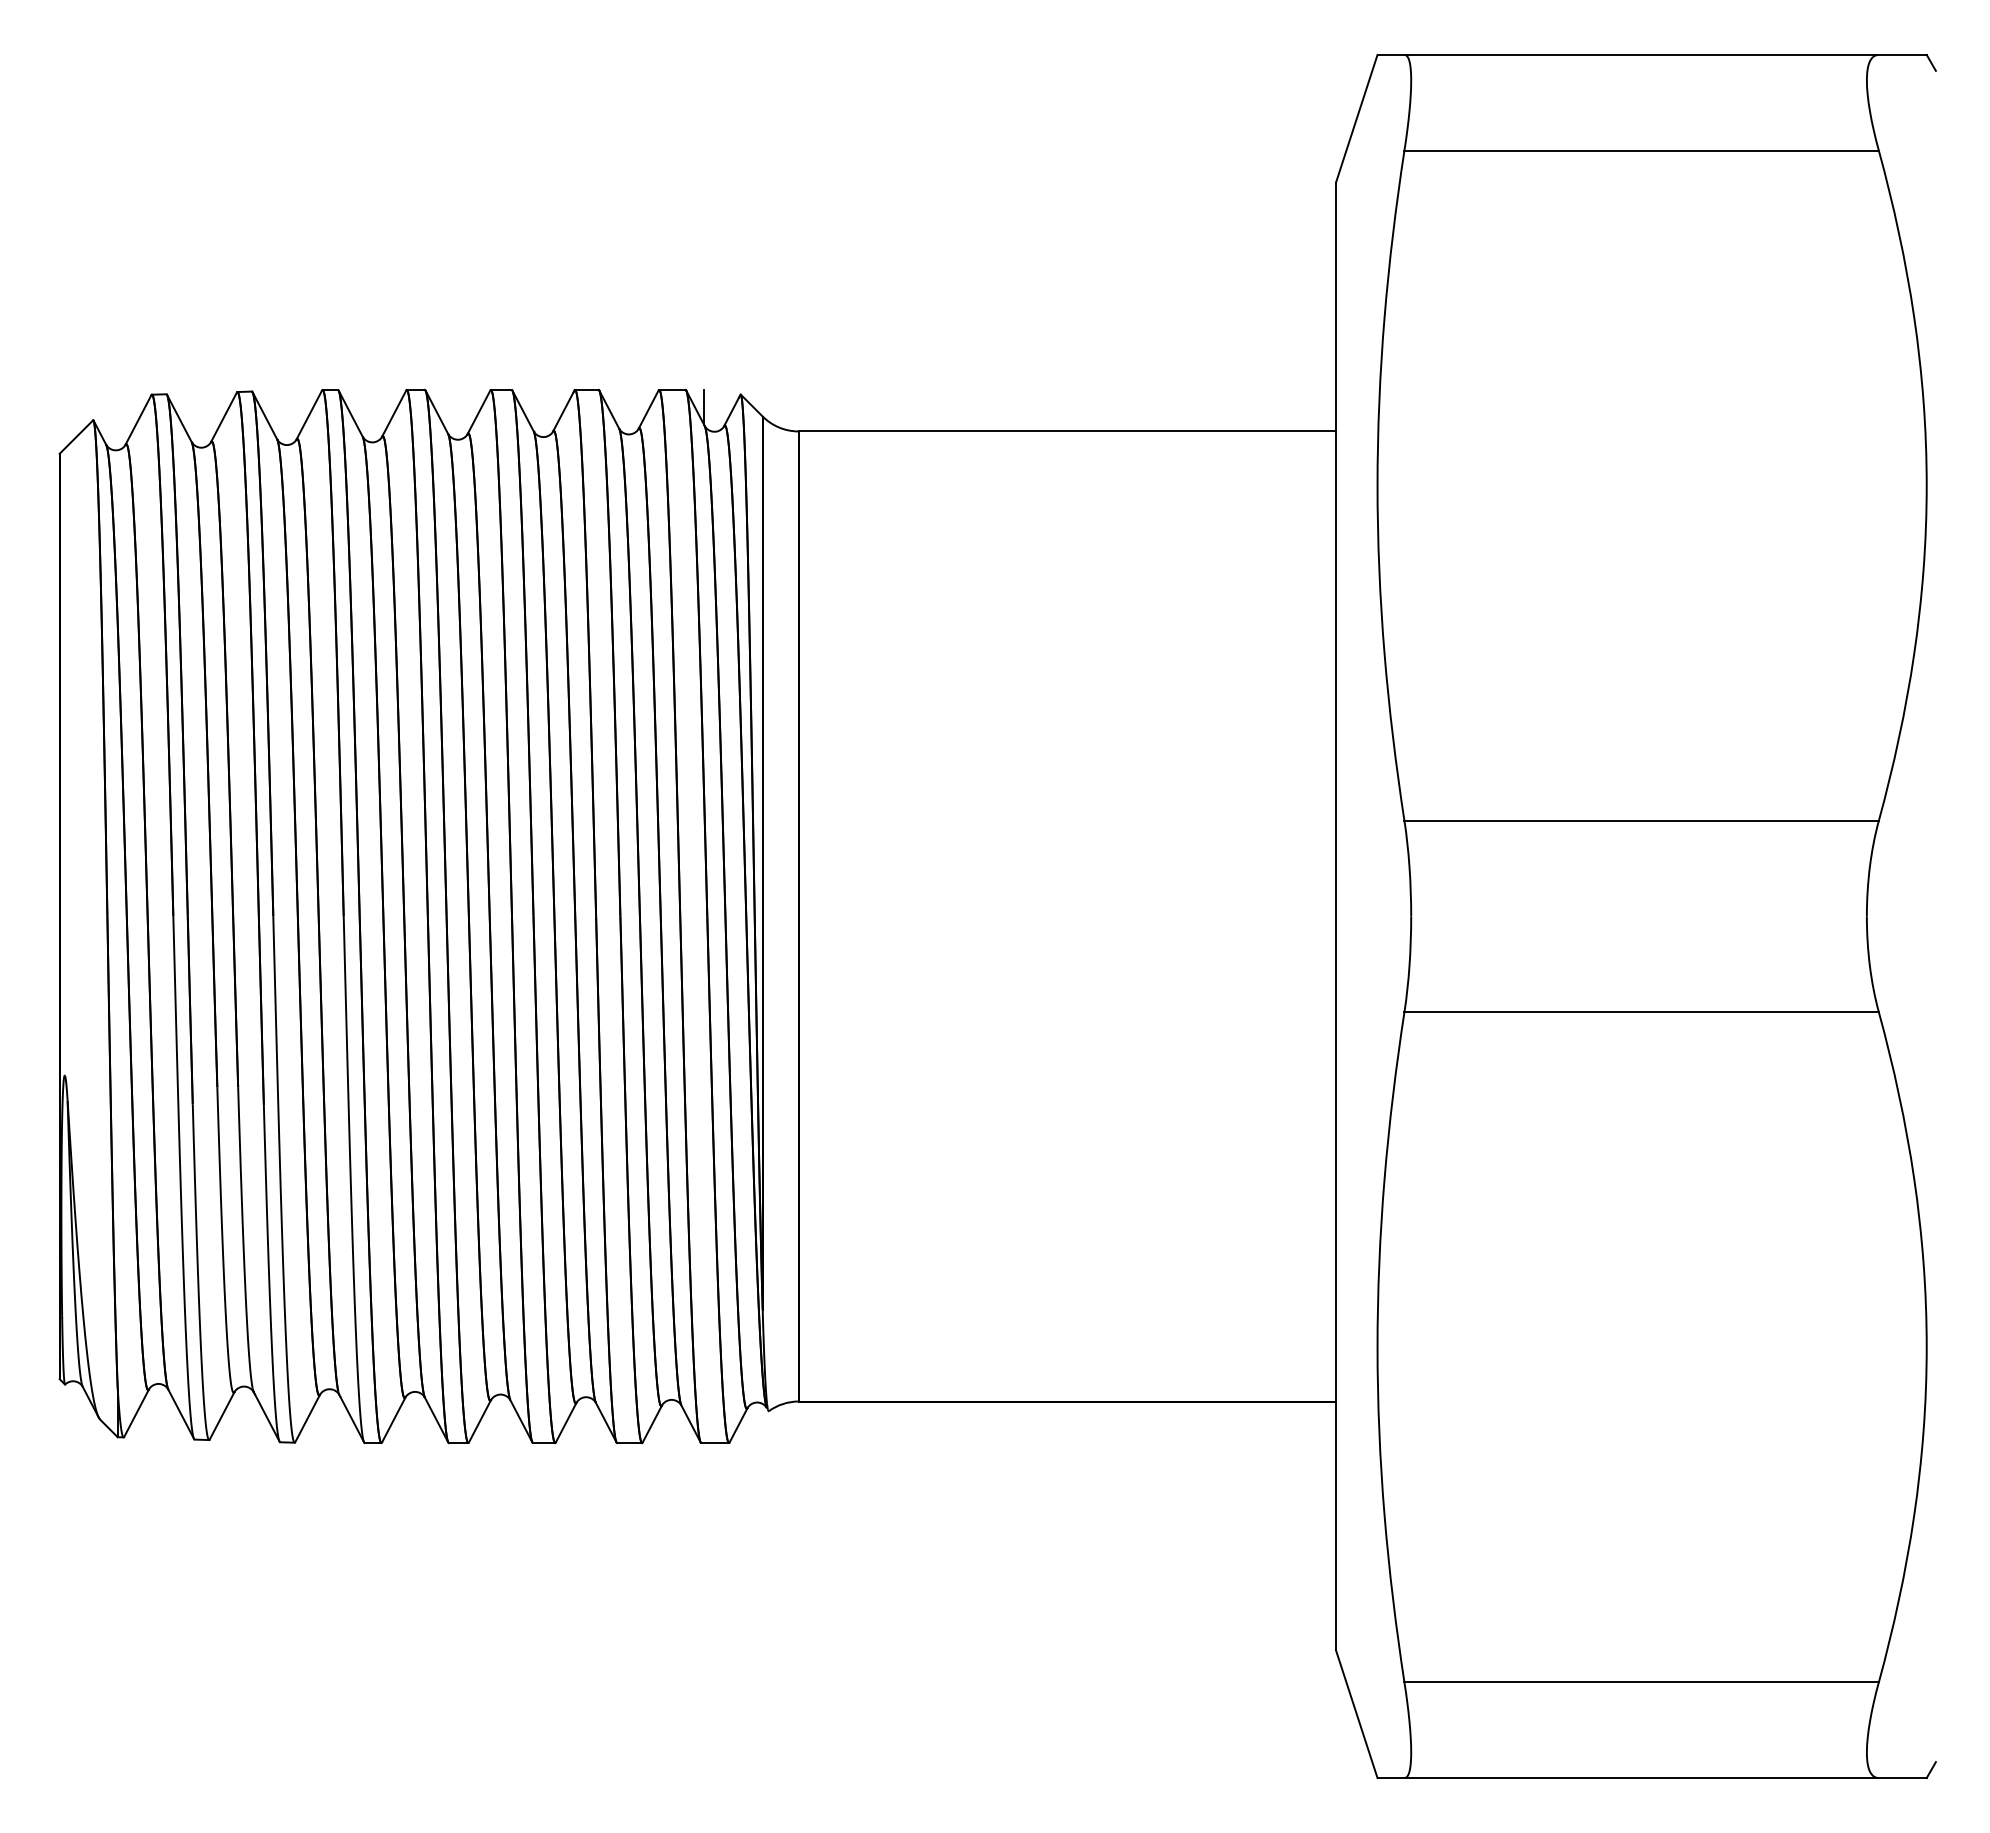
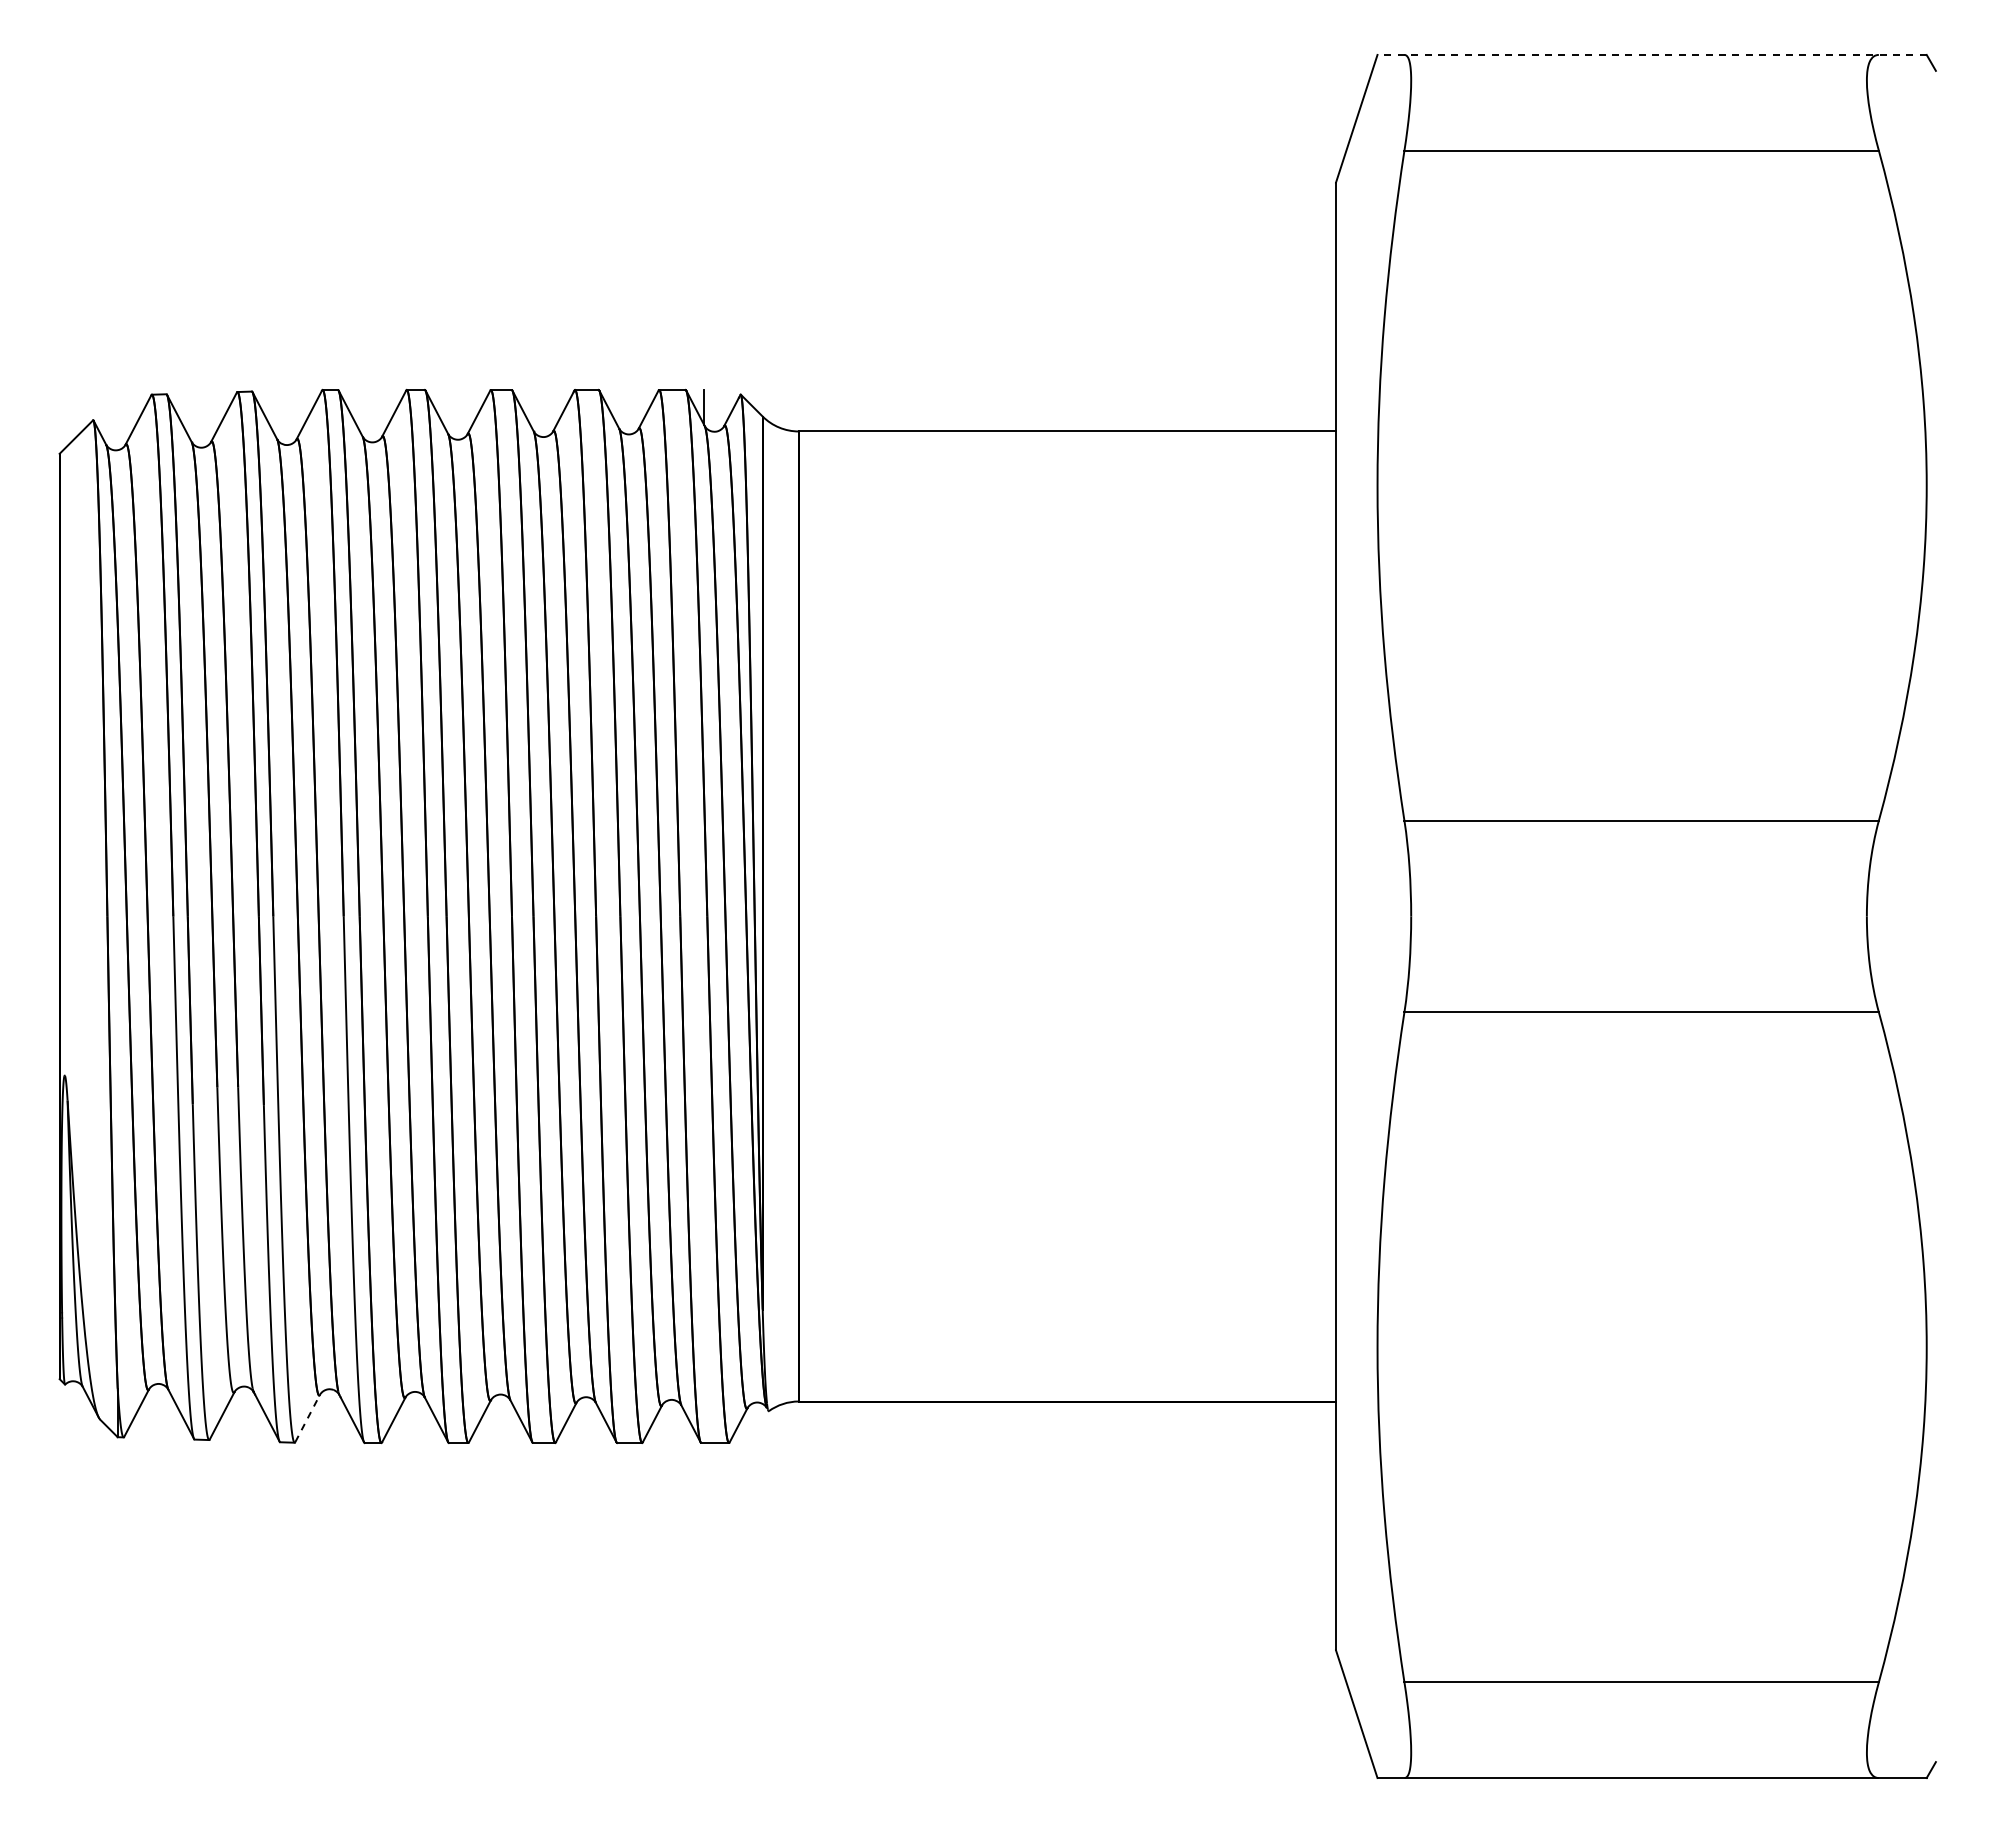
line at (1652, 54): solid -> dashed
line at (307, 1418): solid -> dashed
